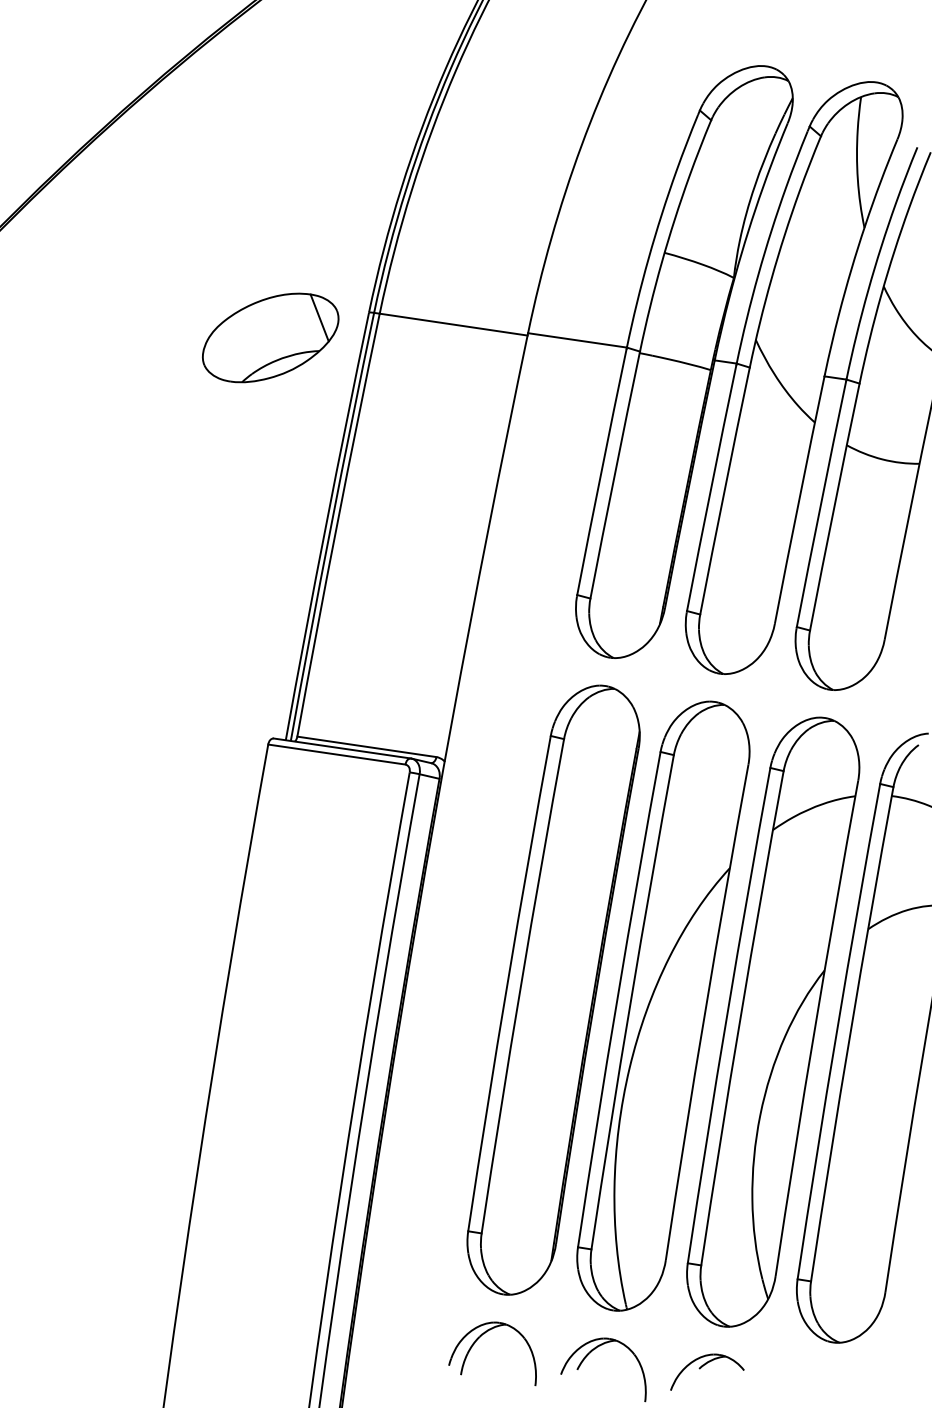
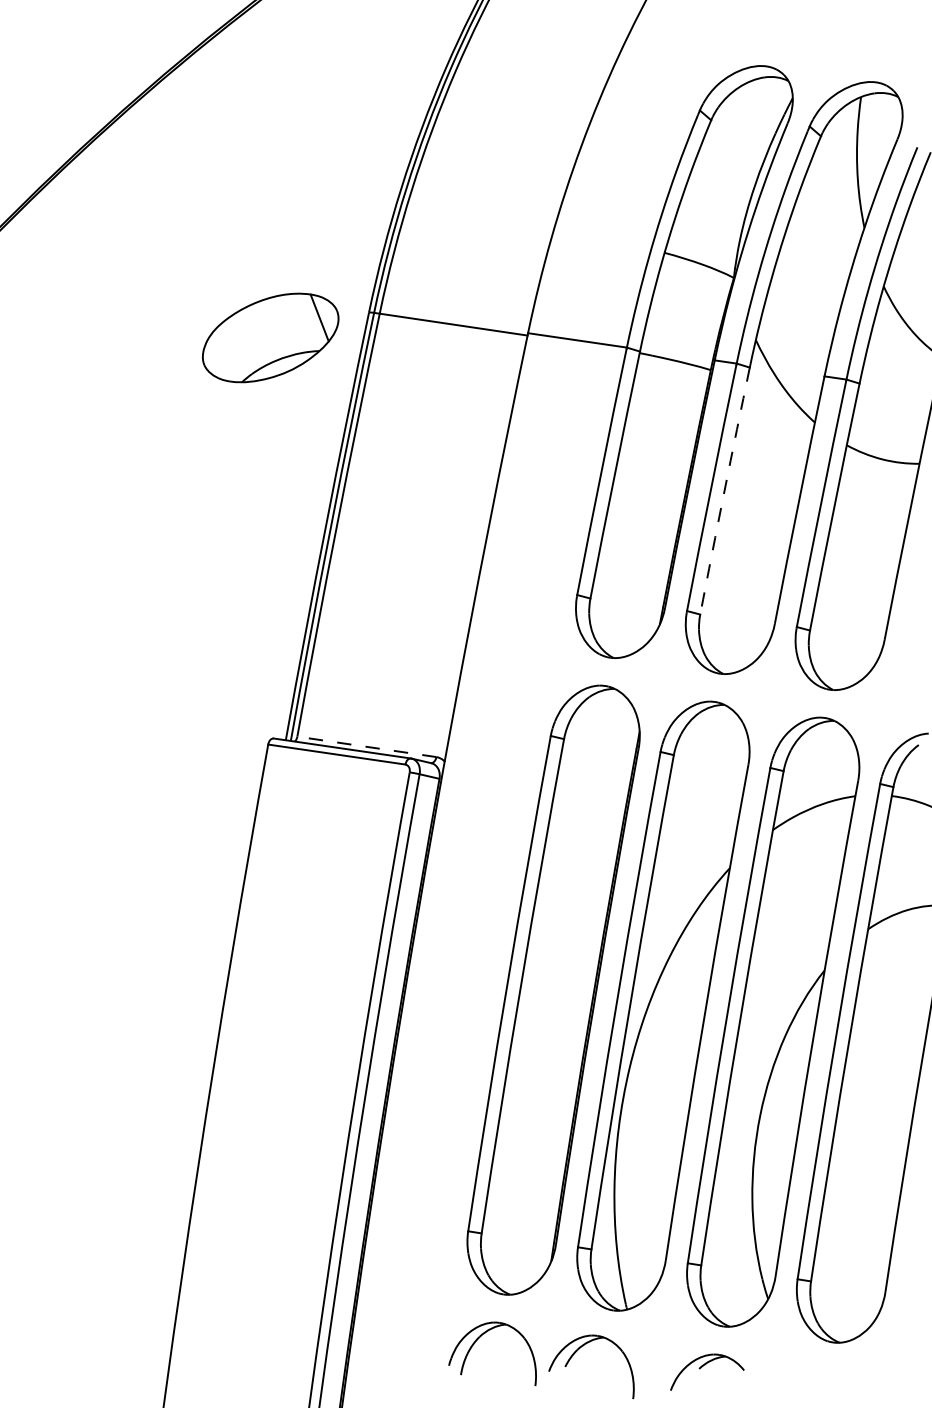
arc at (724, 490): solid -> dashed
line at (366, 746): solid -> dashed
part at (589, 1354) position: (589, 1354) -> (577, 1351)
